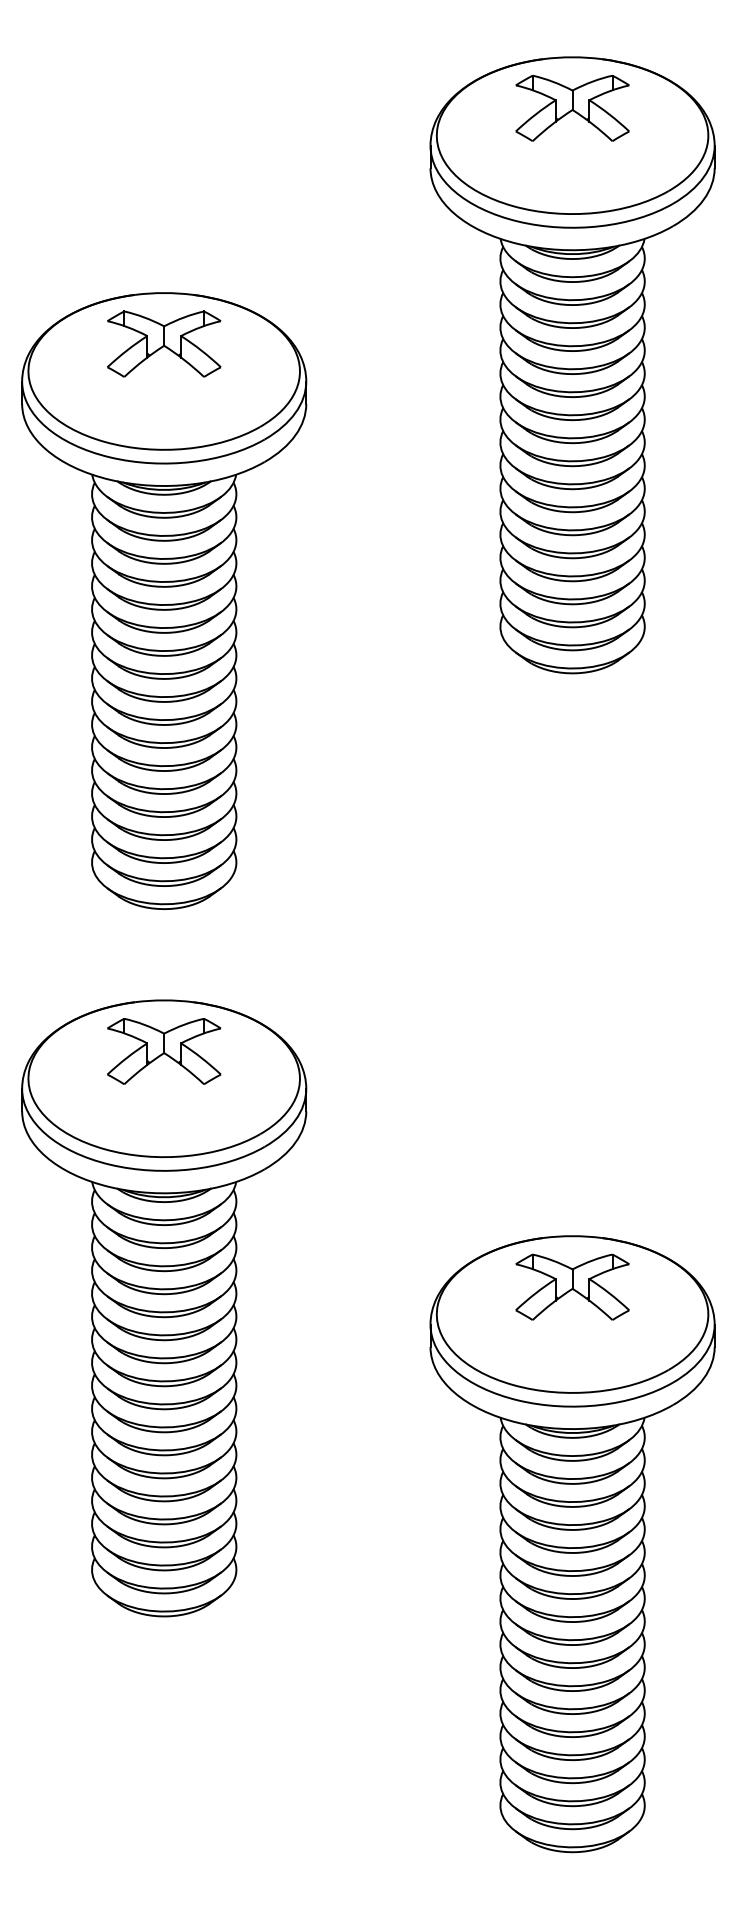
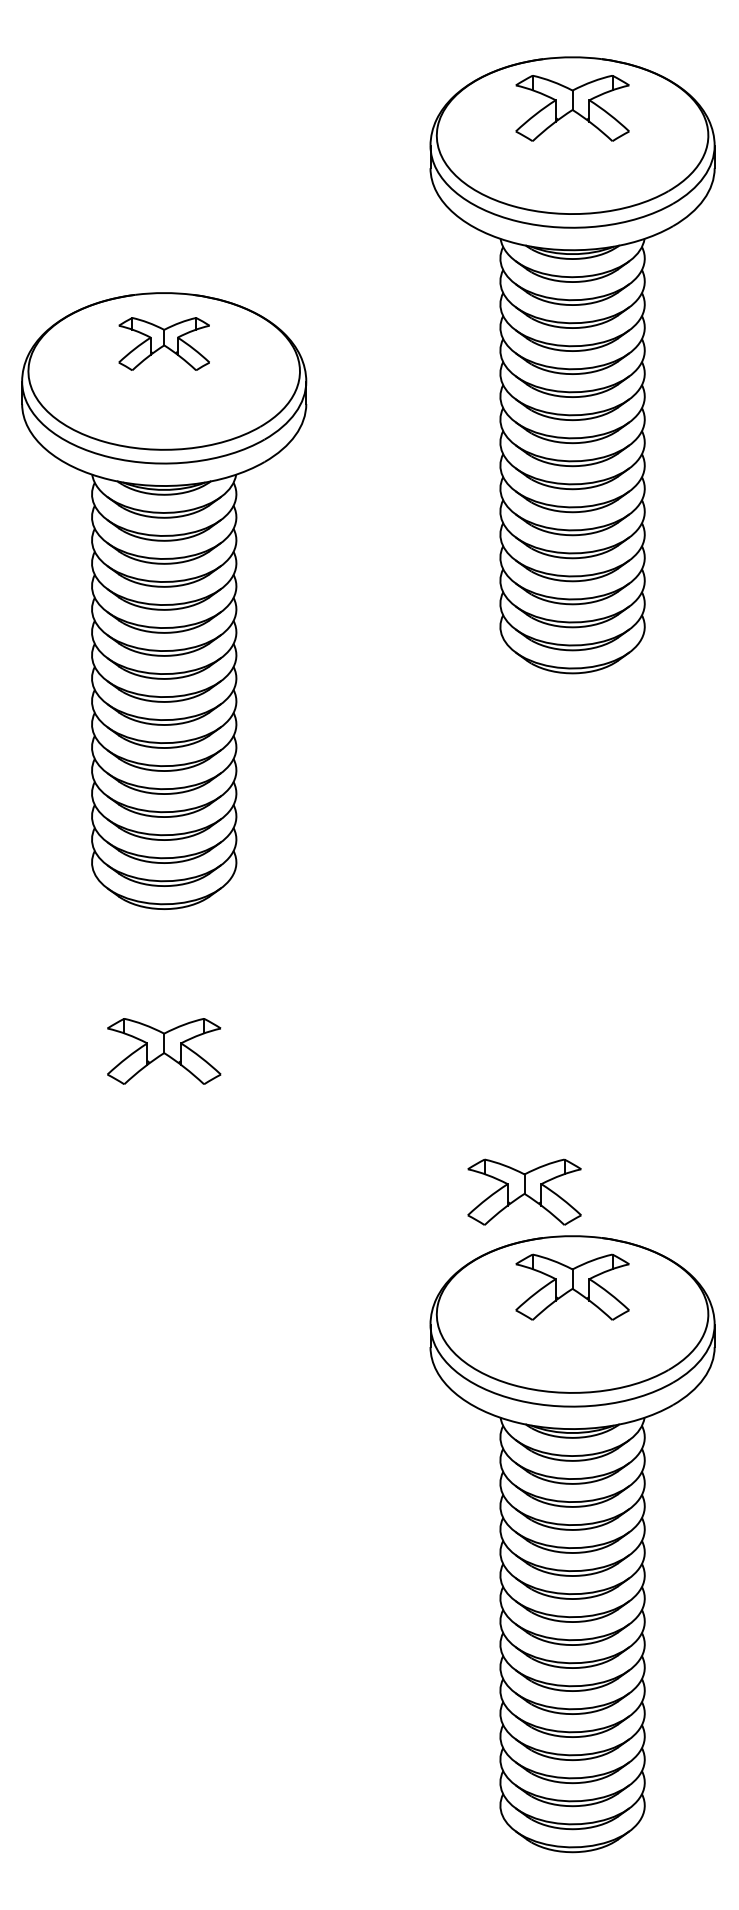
part at (164, 343) size: 115x68 px -> 92x54 px
part at (524, 1191): none -> present
part at (164, 1308): present -> none
